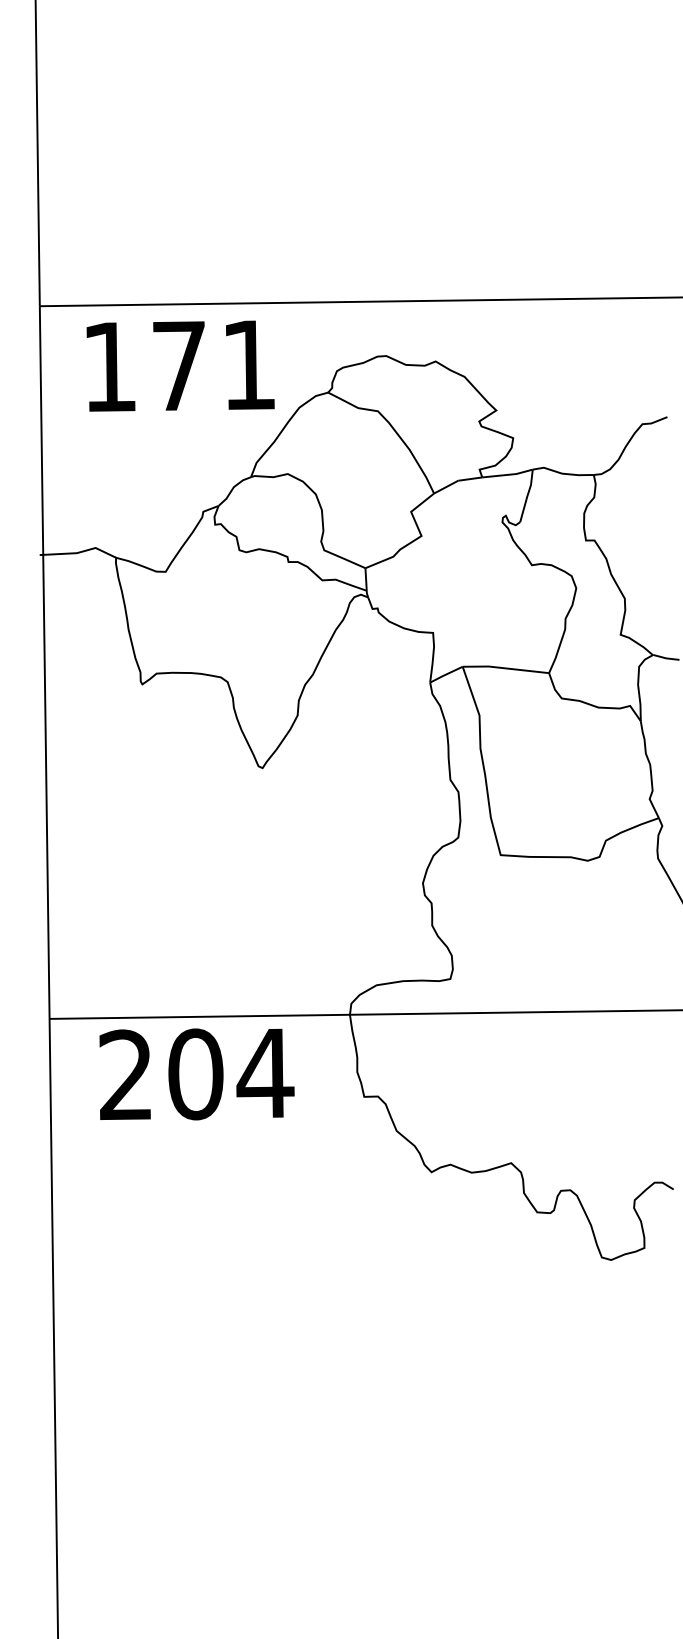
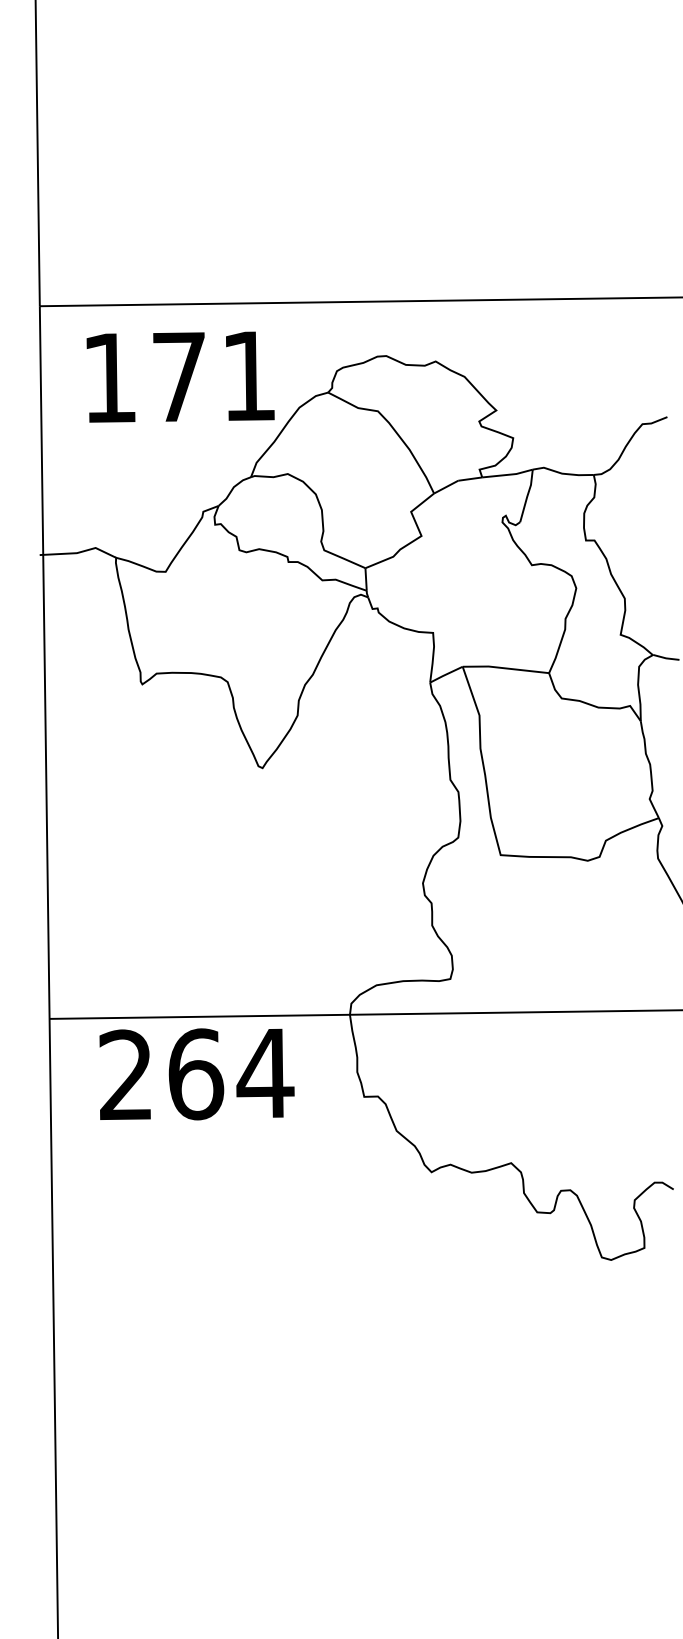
text at (180, 365) position: (180, 365) -> (180, 376)
text at (196, 1074): 204 -> 264
